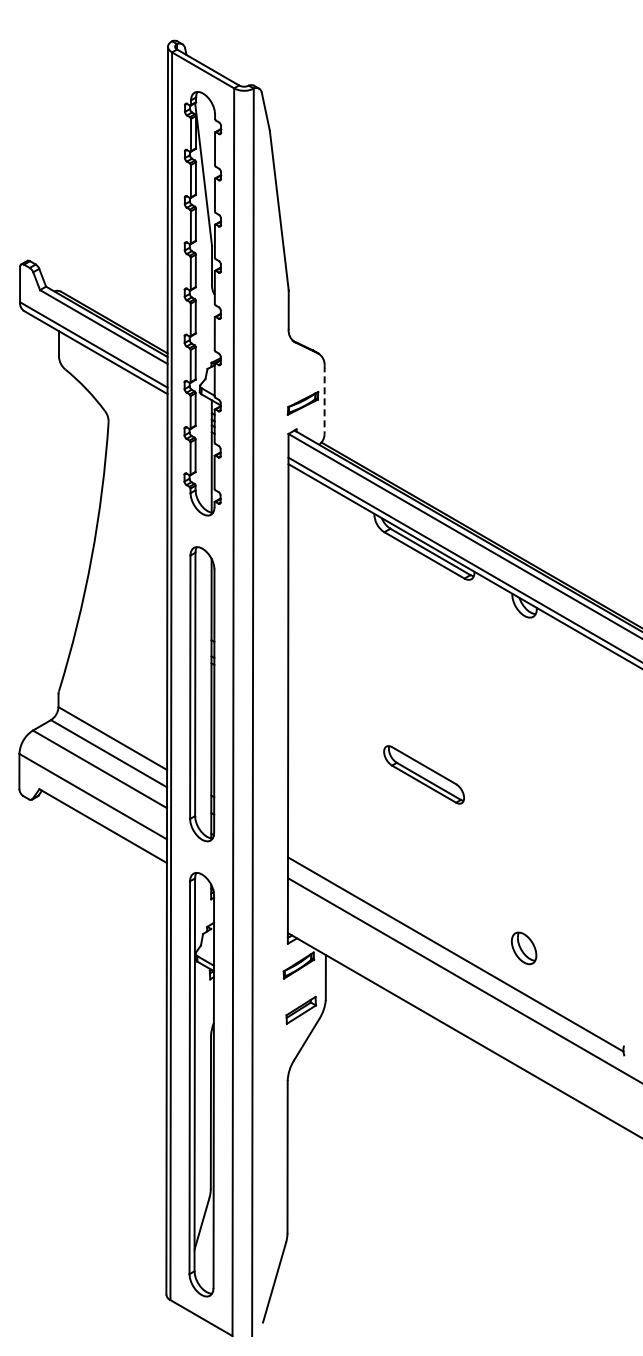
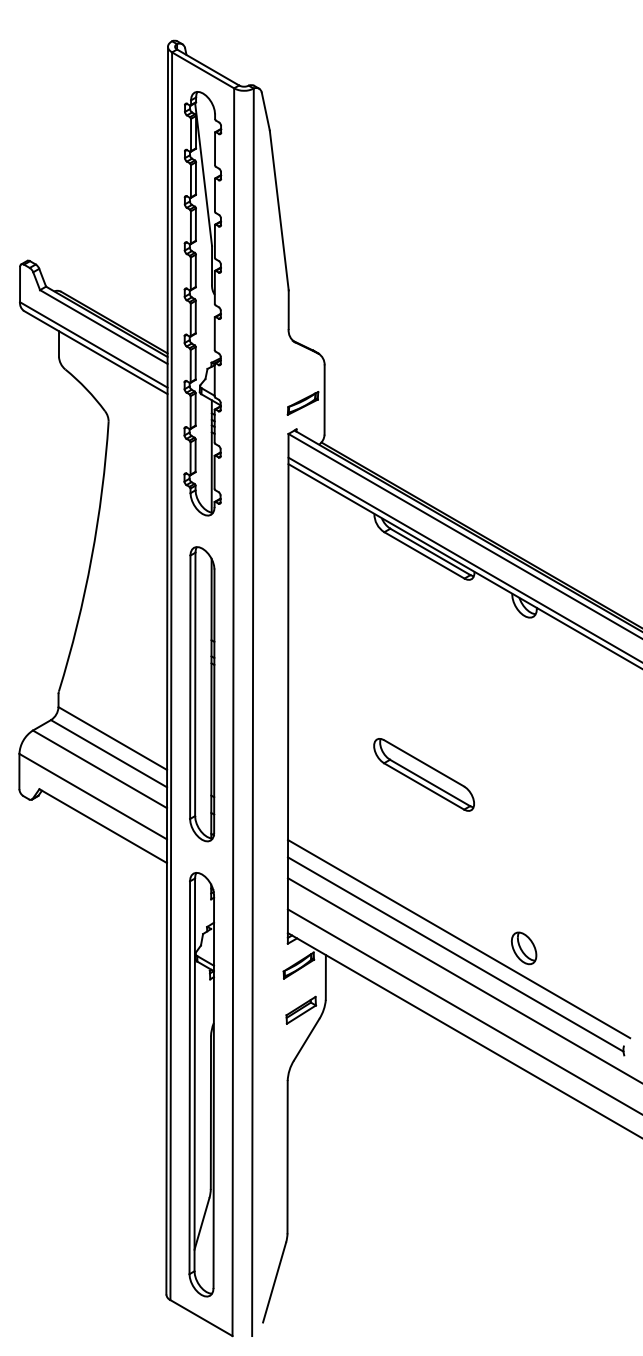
line at (324, 400): dashed -> solid
part at (423, 774) size: 82x60 px -> 102x74 px
line at (459, 939): none -> present
line at (463, 1010): none -> present
